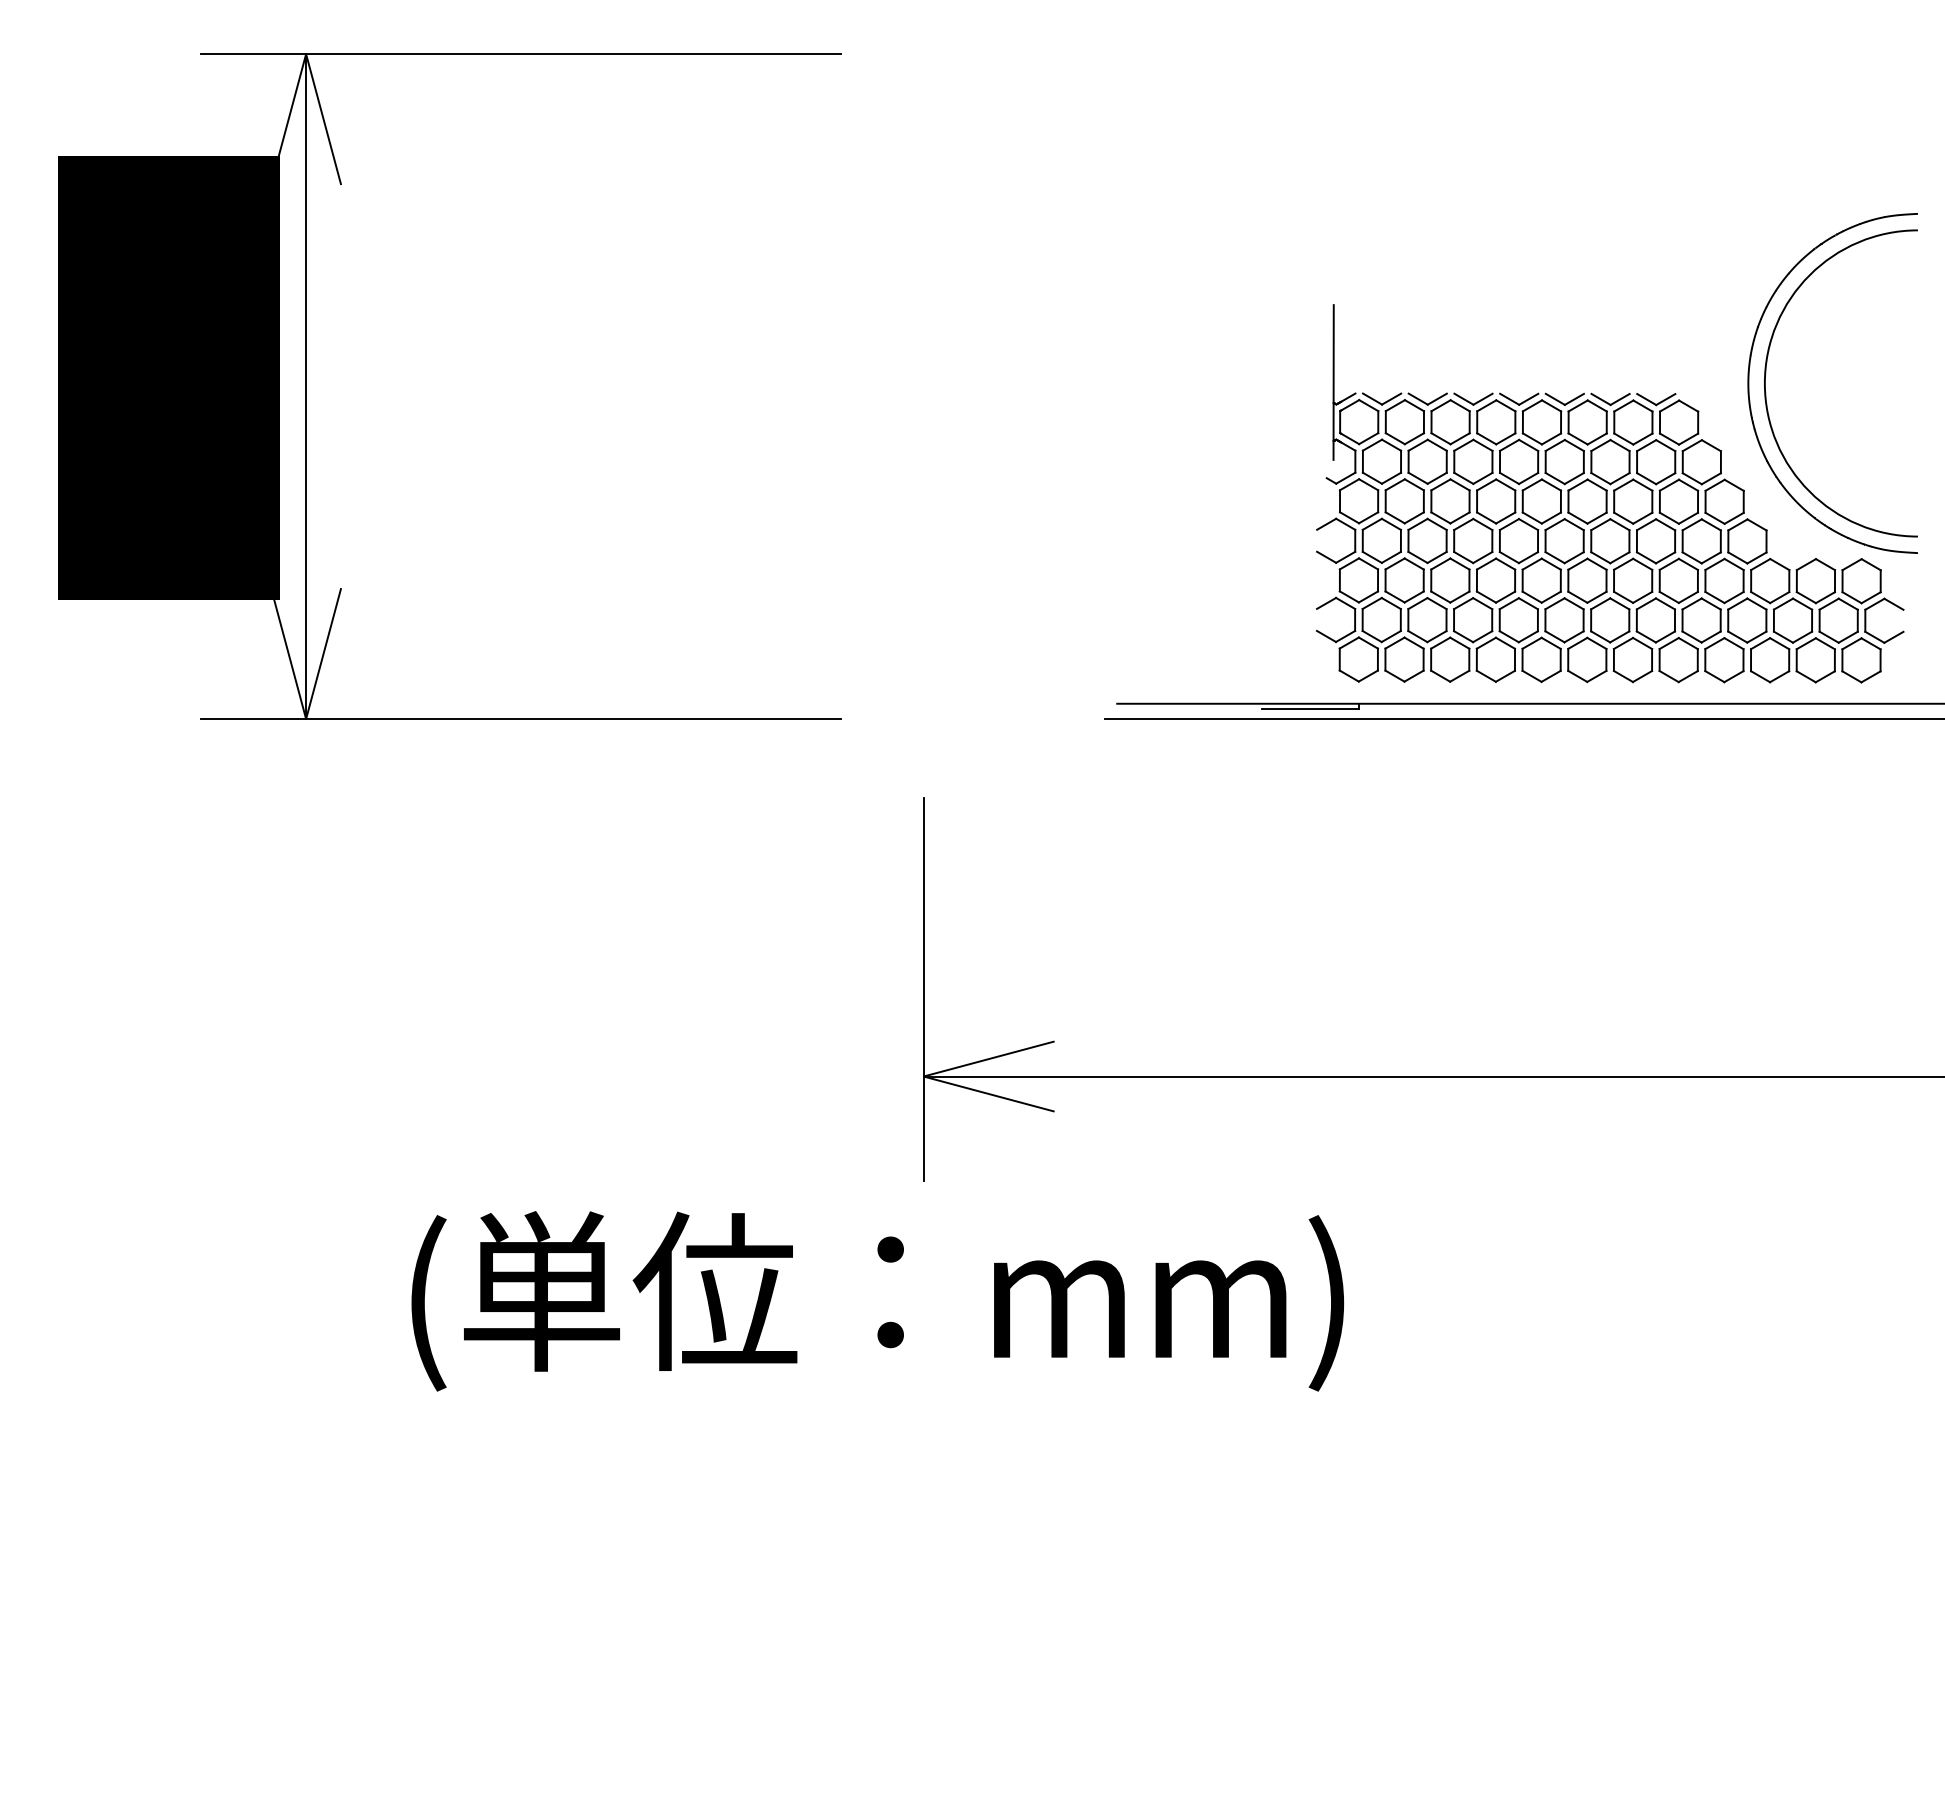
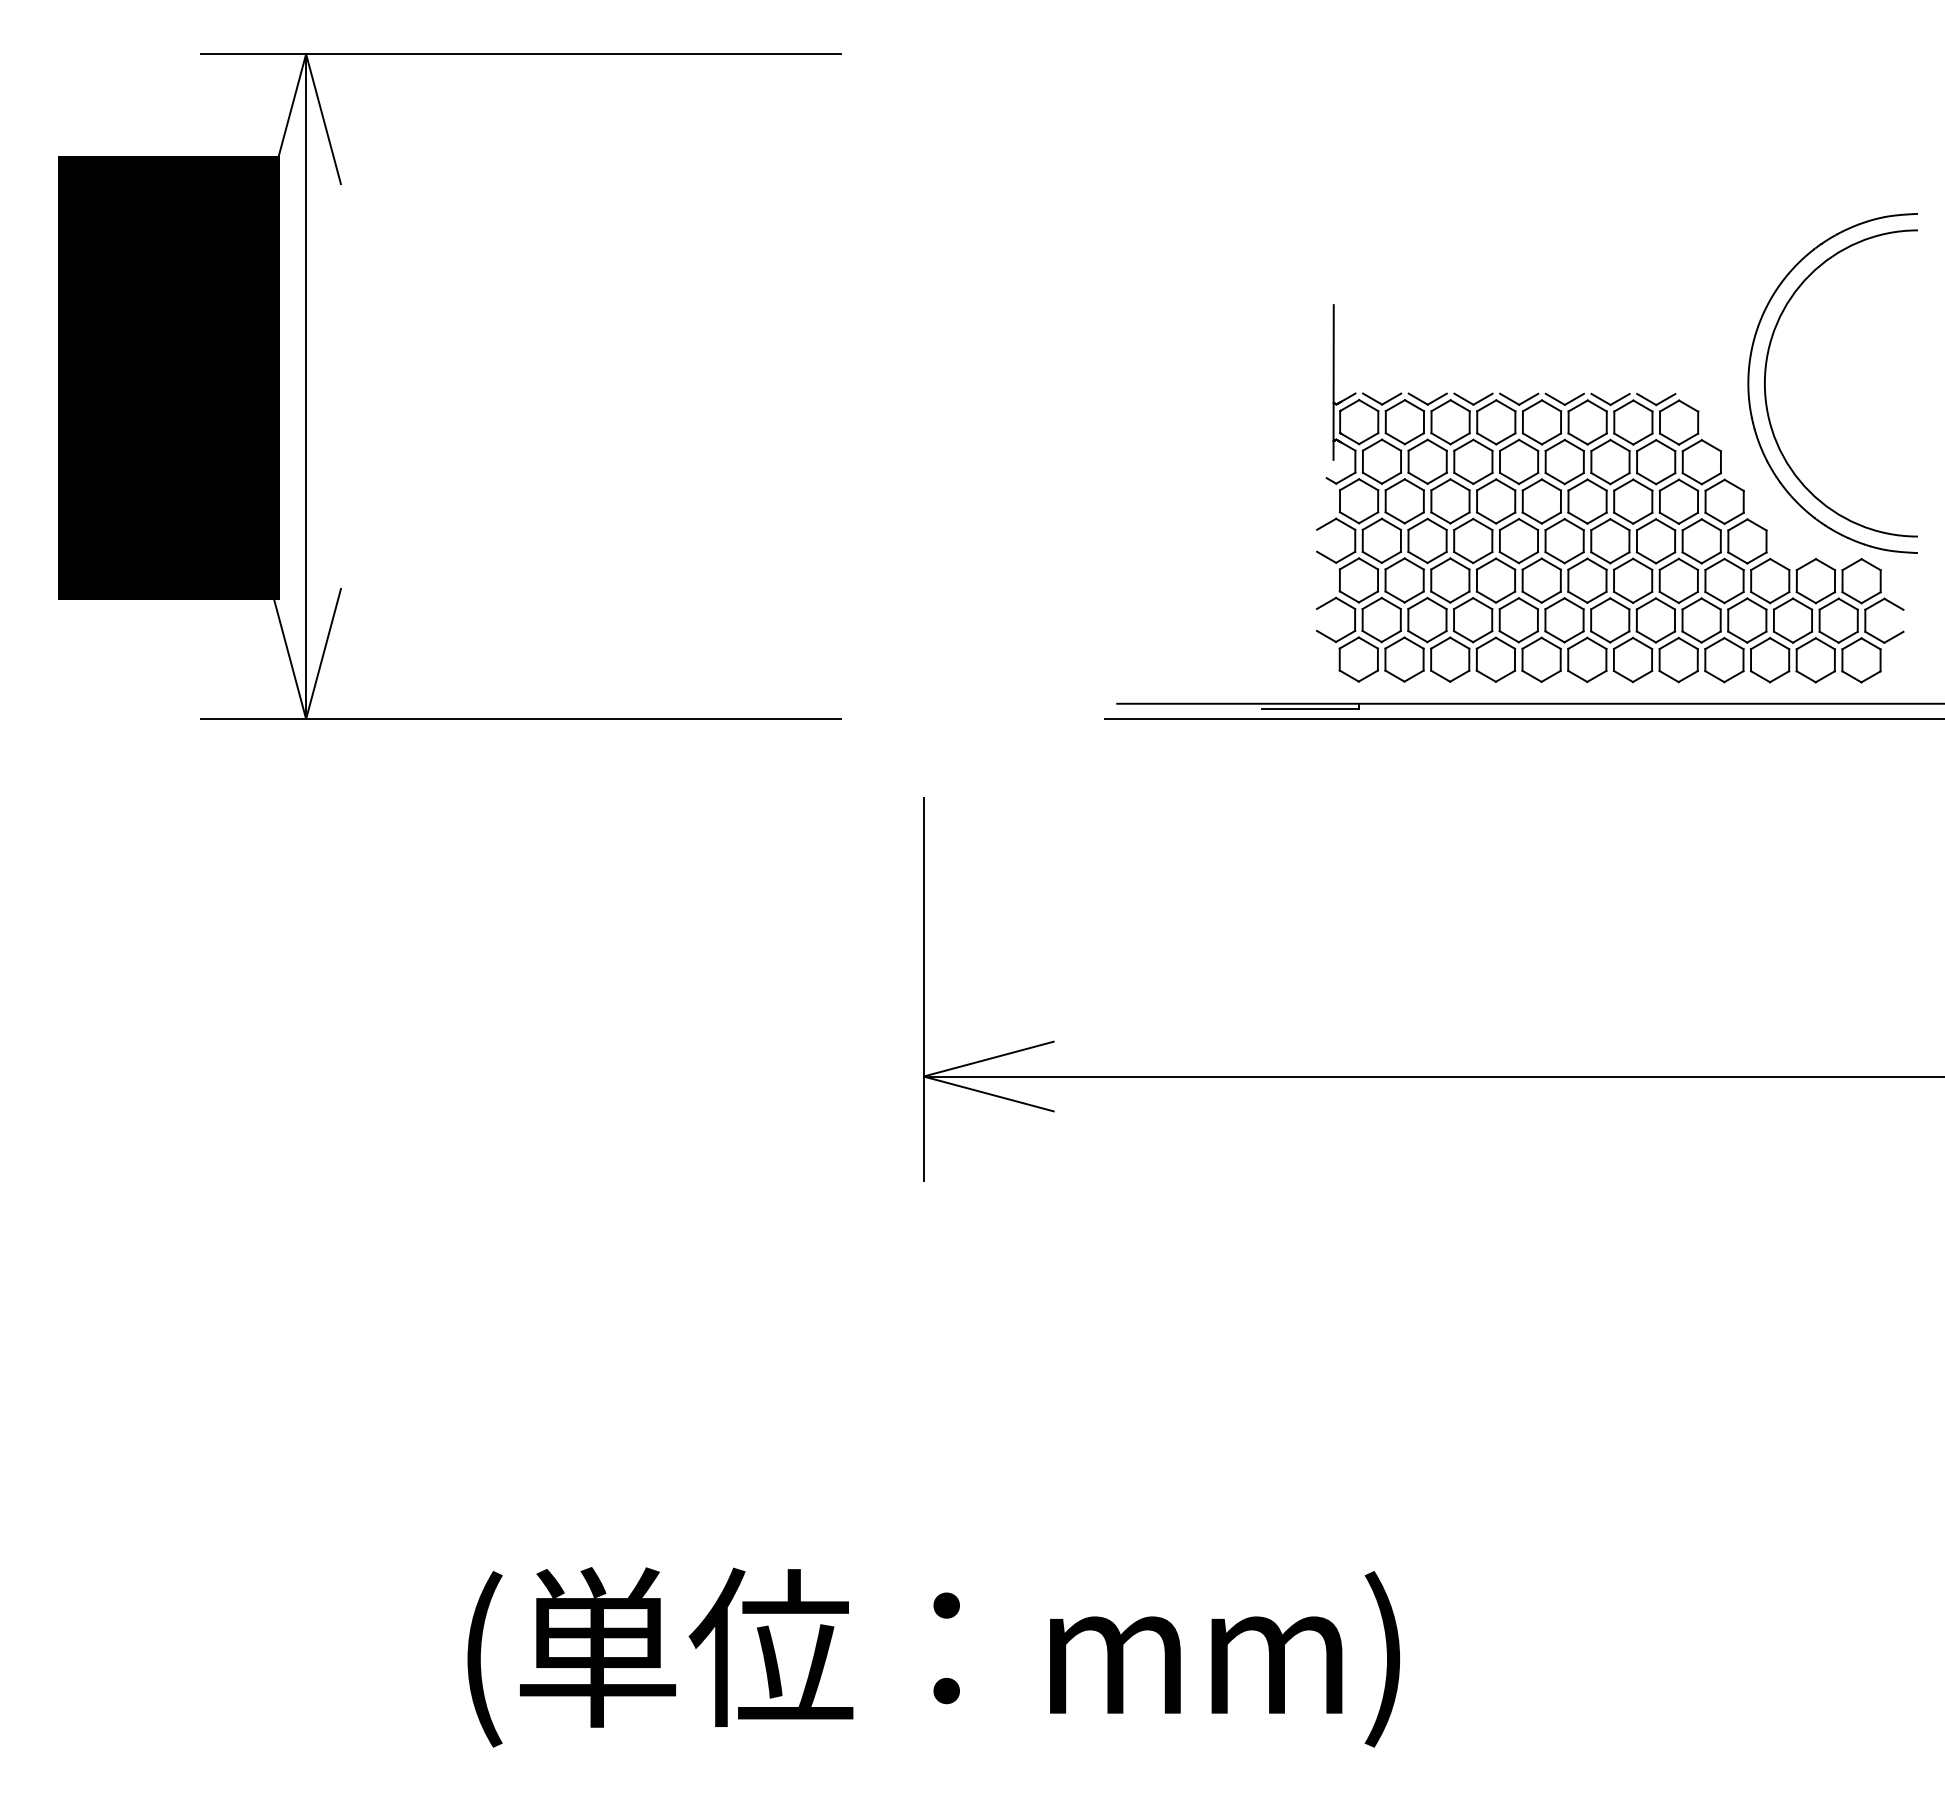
text at (877, 1301) position: (877, 1301) -> (933, 1657)
